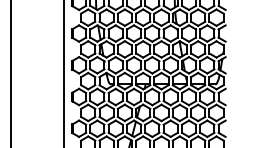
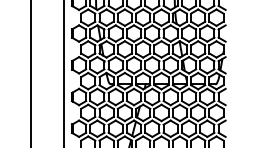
line at (11, 73) position: (11, 73) -> (31, 73)
